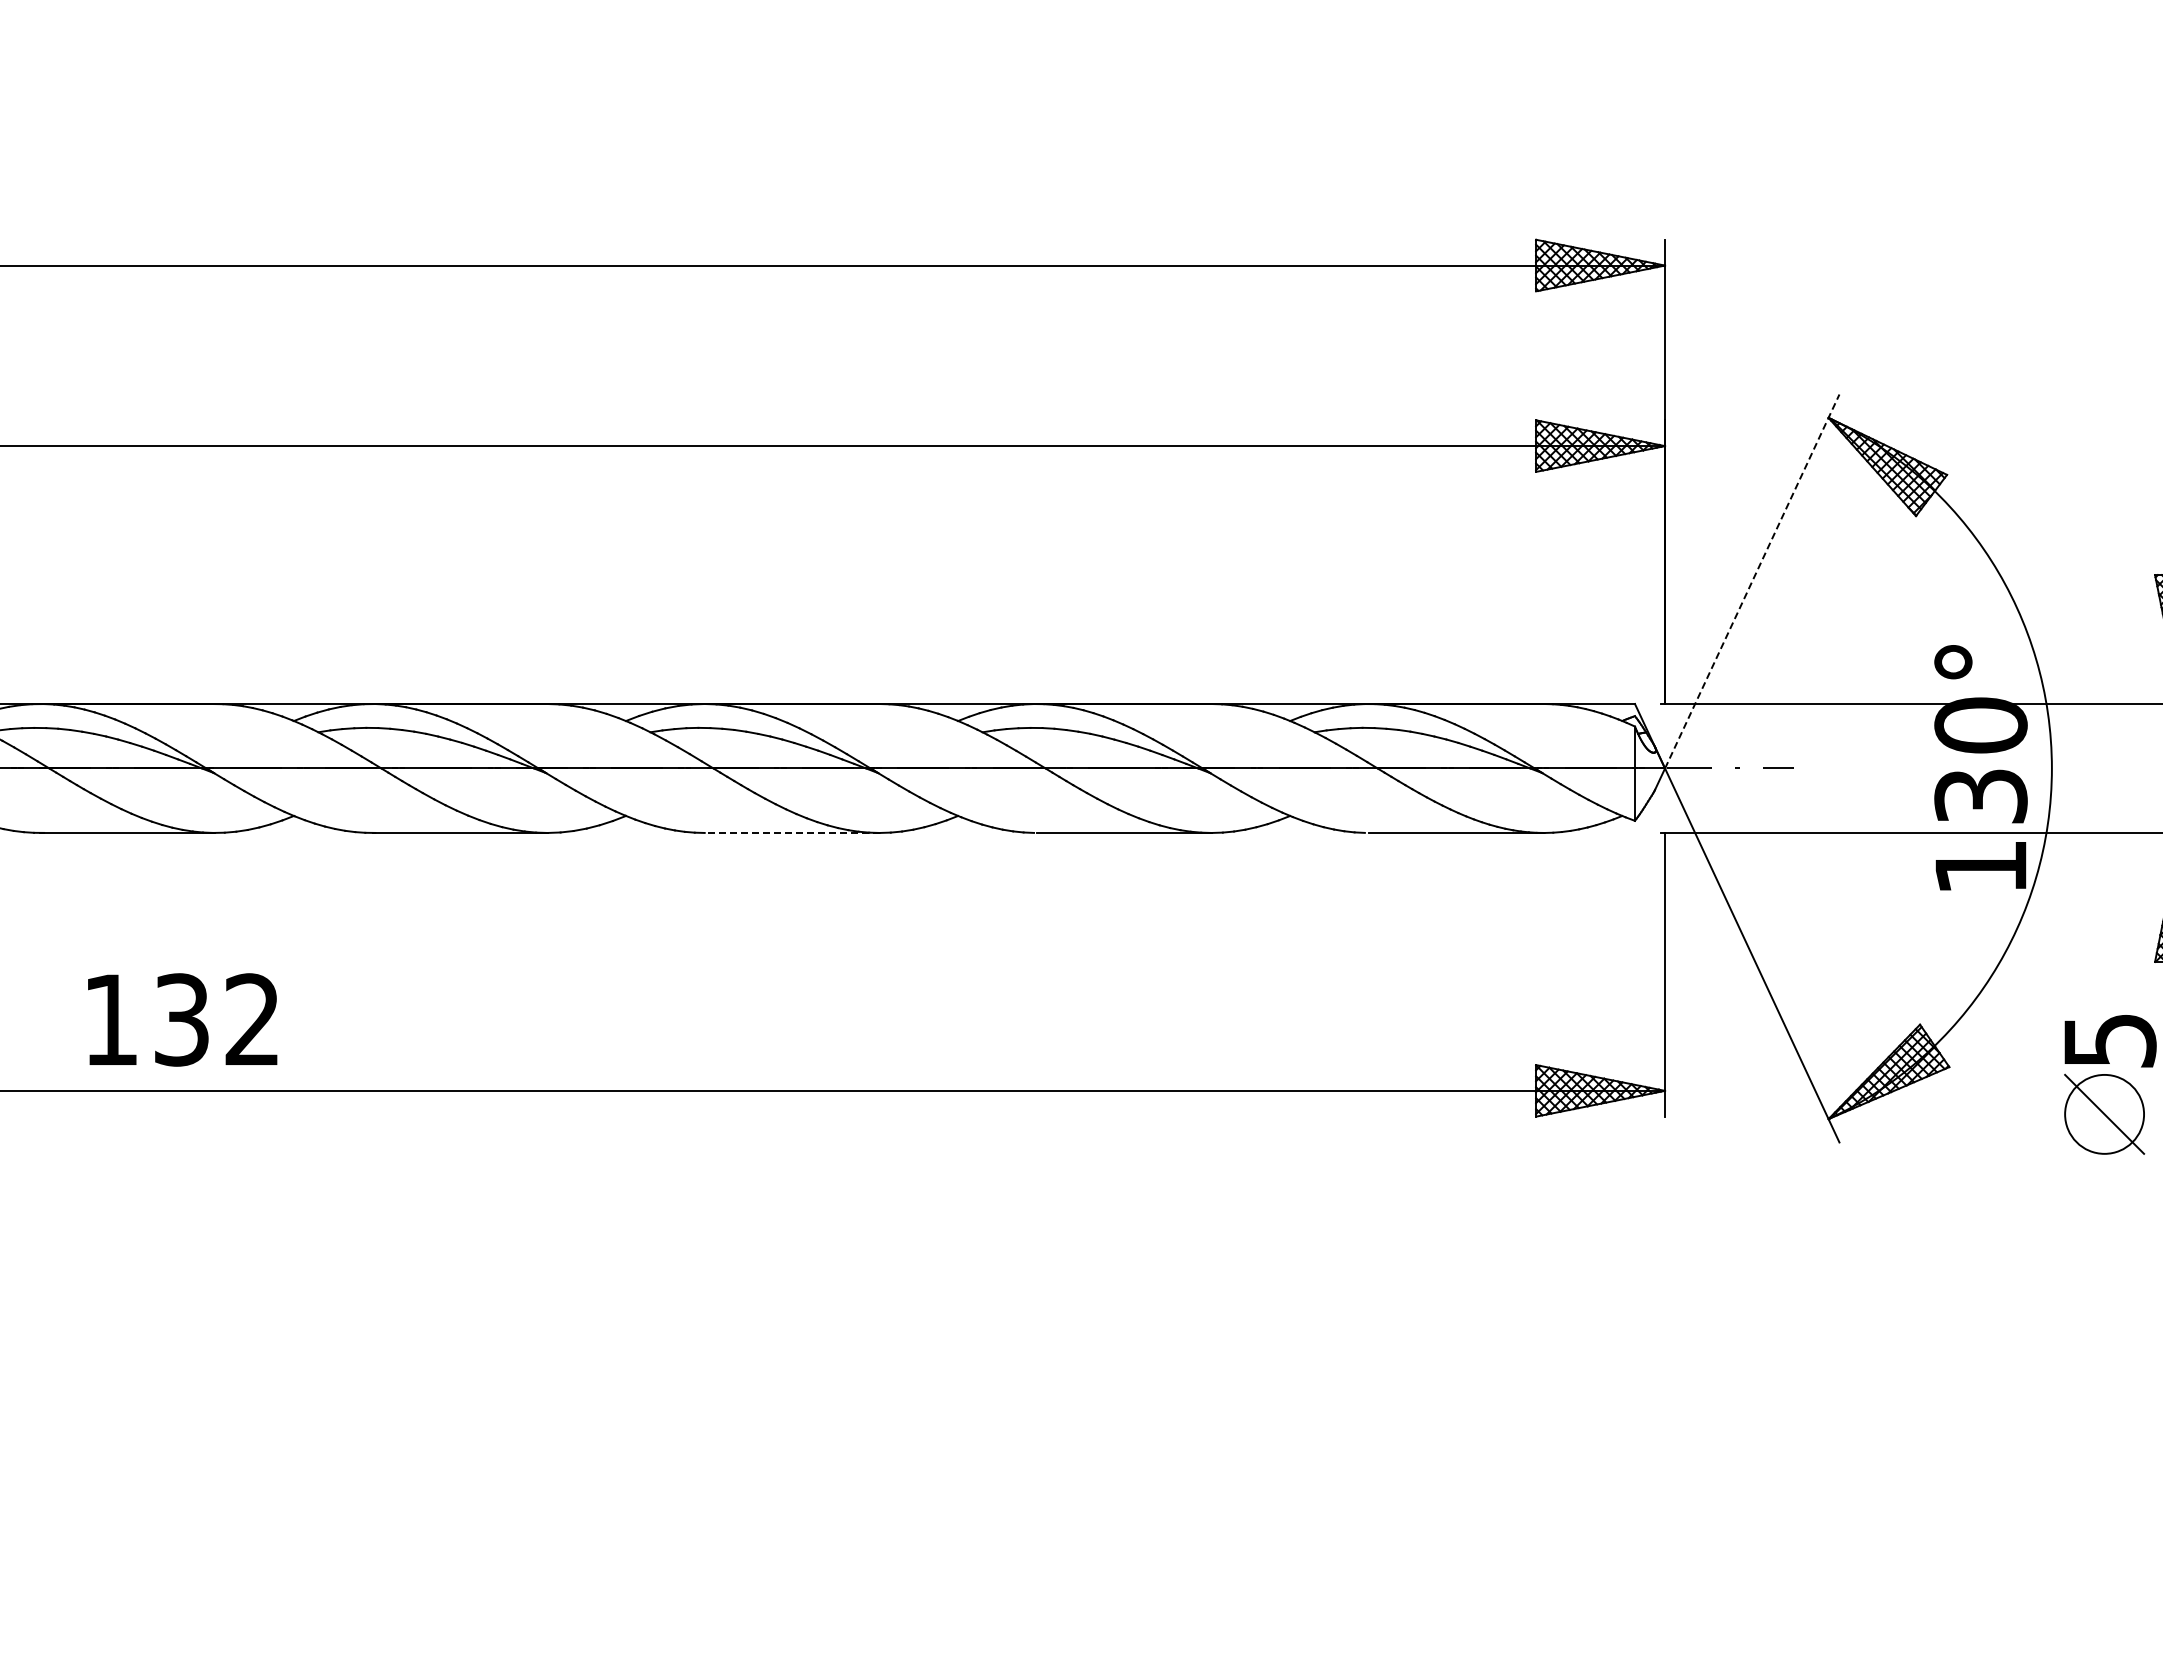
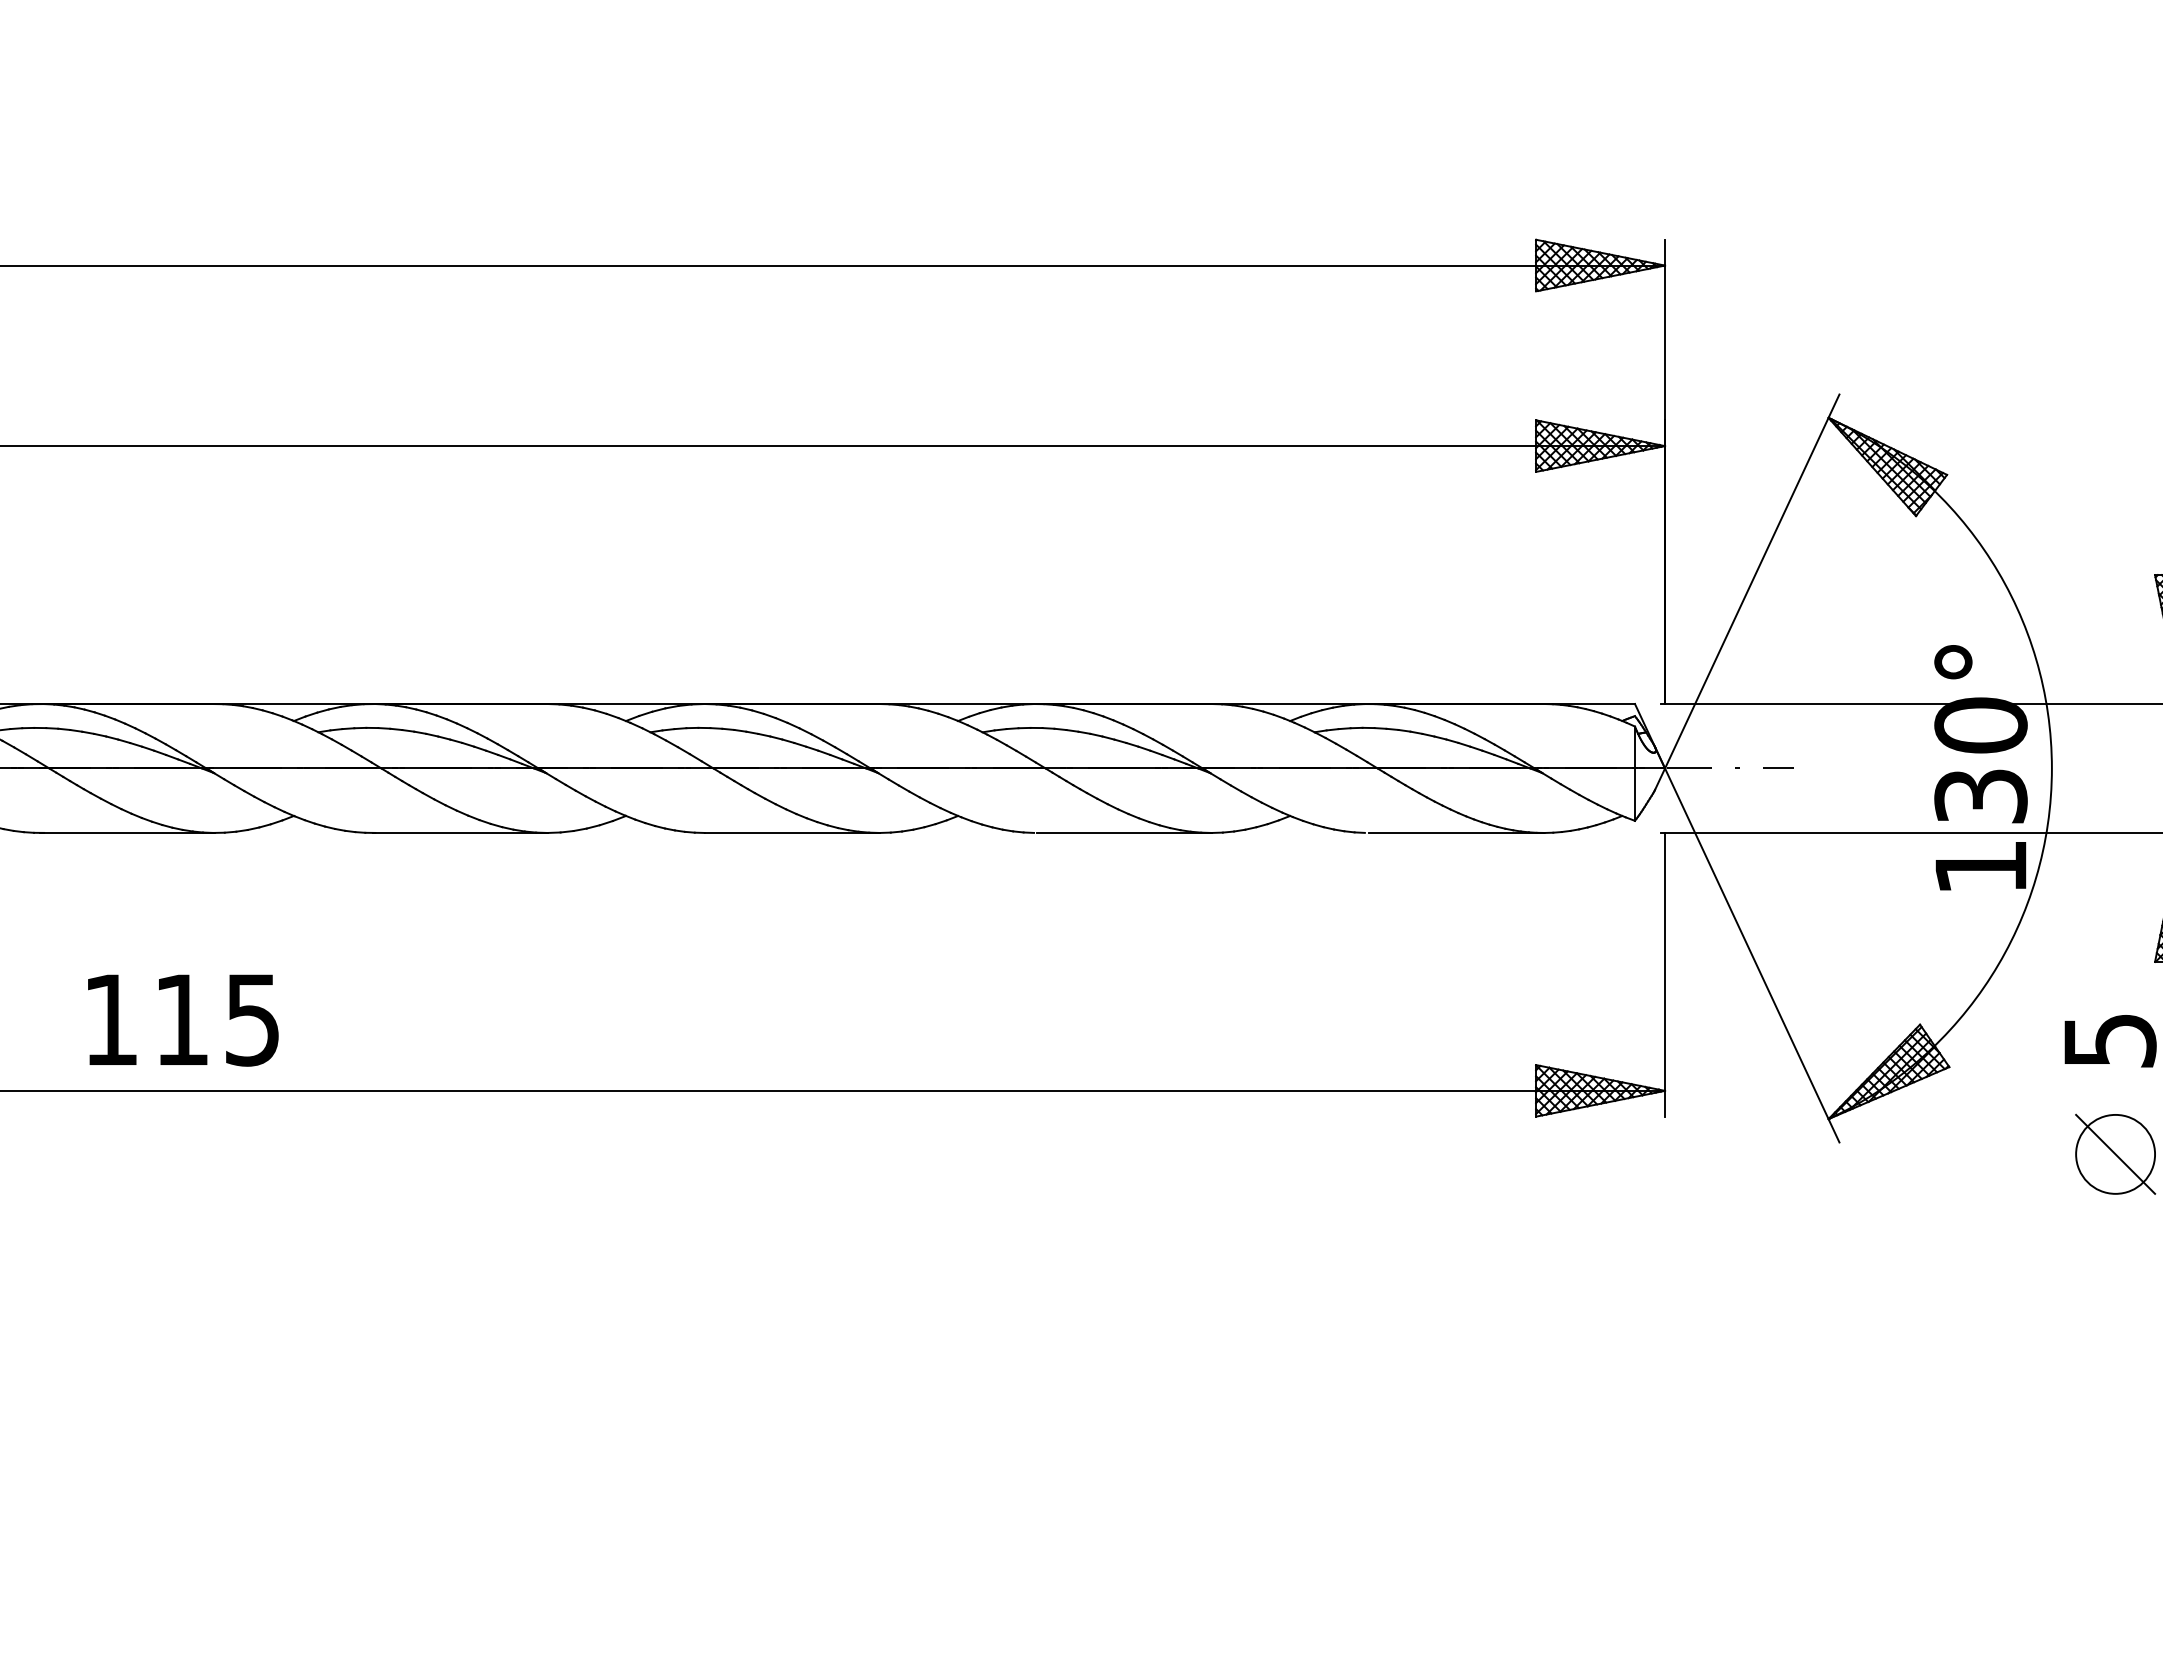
line at (1752, 581): dashed -> solid
line at (792, 832): dashed -> solid
text at (216, 1019): 132 -> 115
part at (2104, 1113) position: (2104, 1113) -> (2115, 1153)
